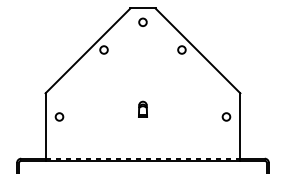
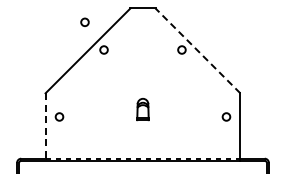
circle at (142, 21) position: (142, 21) -> (84, 21)
line at (197, 50): solid -> dashed
part at (142, 108) size: 10x18 px -> 14x24 px
line at (45, 127): solid -> dashed
